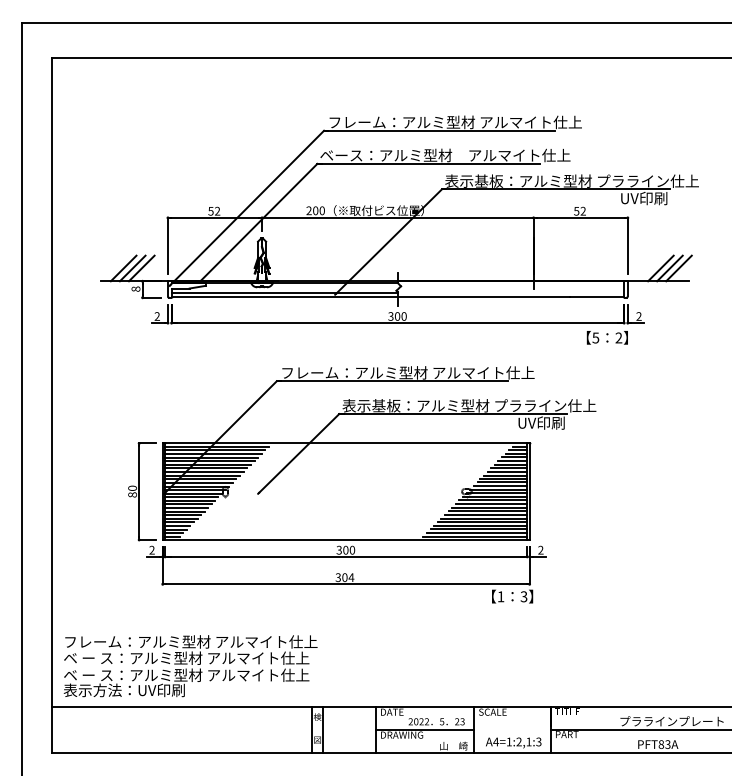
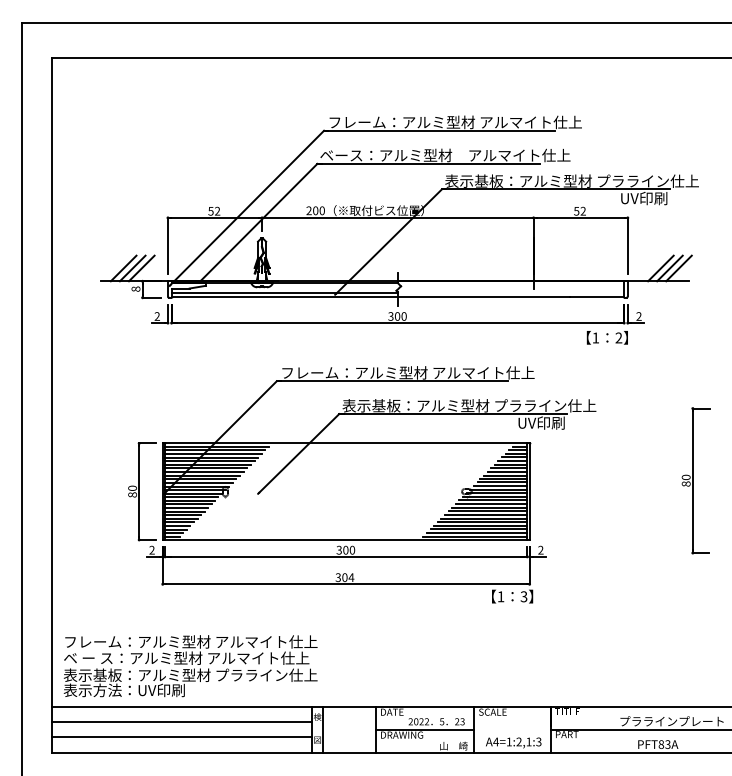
text at (595, 337): 5 -> 1
part at (695, 480): none -> present
text at (190, 674): ベ ー ス：アルミ型材 アルマイト仕上 -> 表示基板：アルミ型材 プラライン仕上
line at (182, 722): none -> present
line at (182, 737): none -> present
